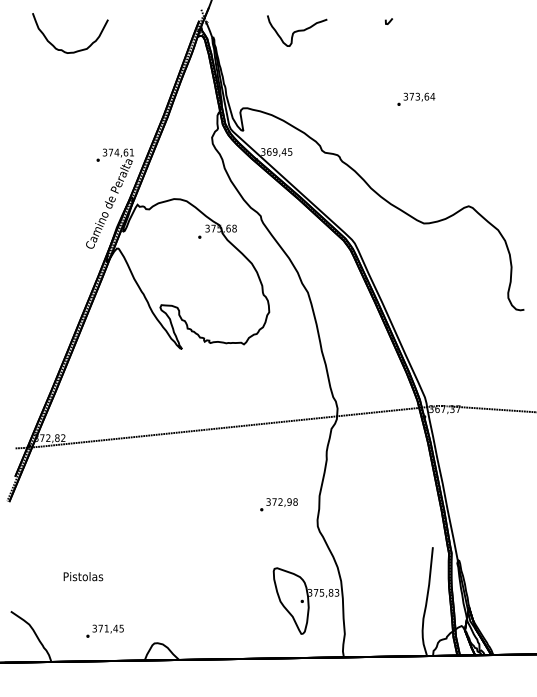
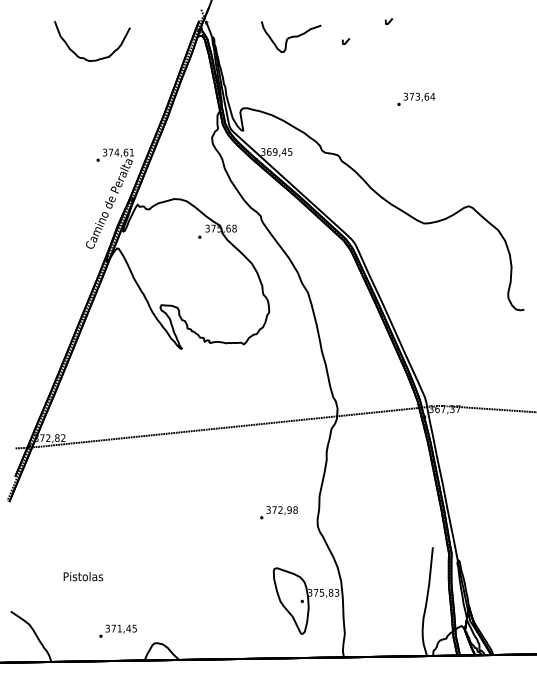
curve at (297, 30) position: (297, 30) -> (291, 36)
curve at (345, 41): none -> present
curve at (62, 49) position: (62, 49) -> (84, 57)
text at (278, 504) position: (278, 504) -> (278, 512)
text at (104, 630) position: (104, 630) -> (117, 630)
